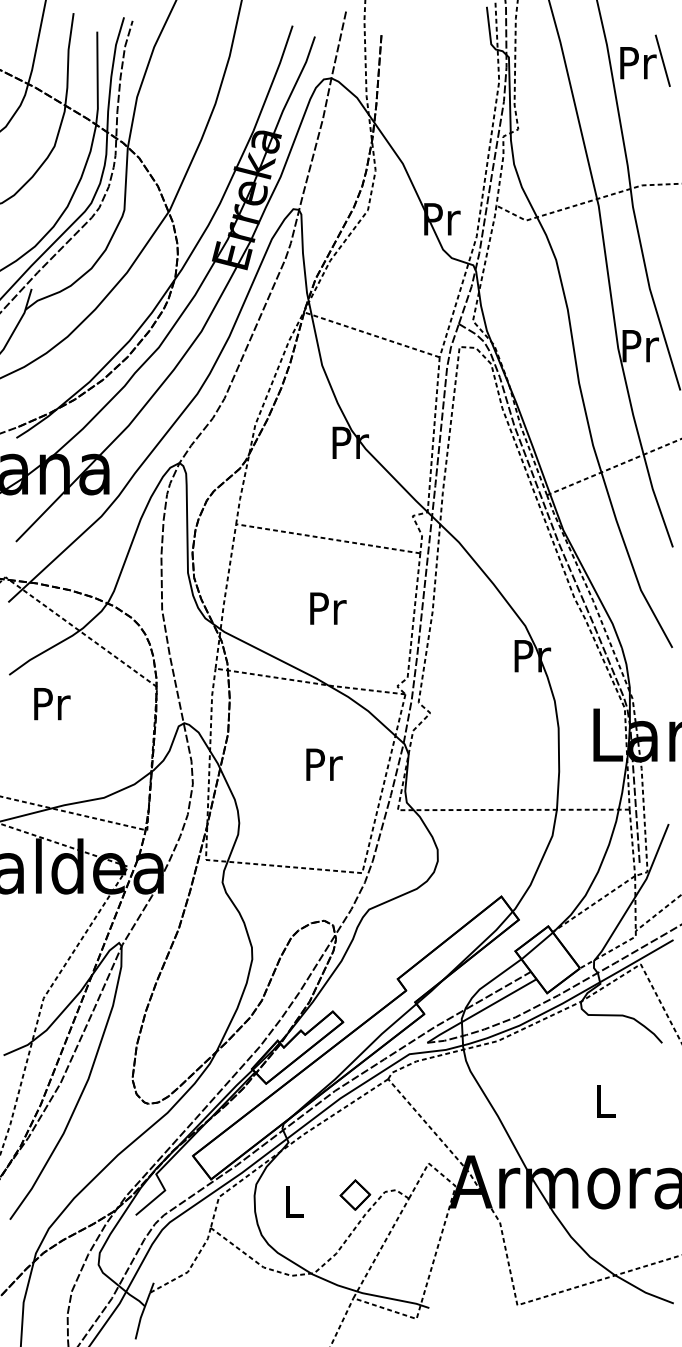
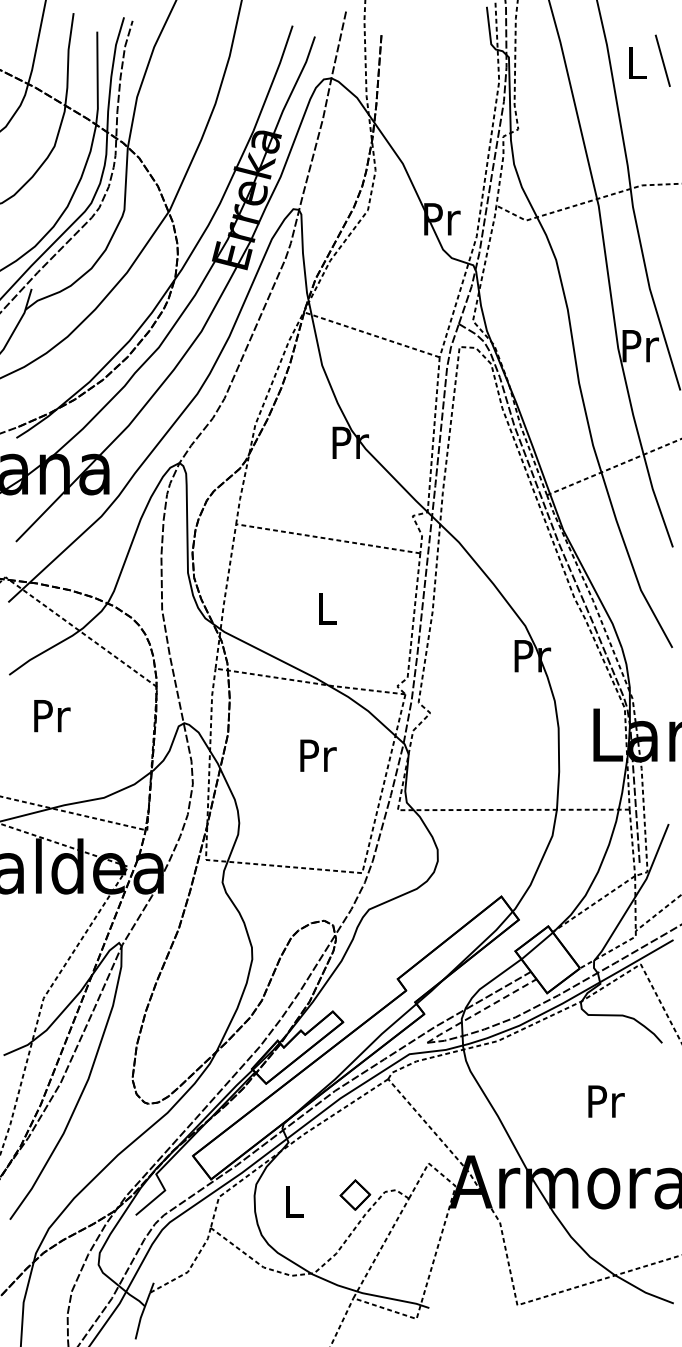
text at (638, 63): Pr -> L
text at (328, 608): Pr -> L
text at (52, 704) position: (52, 704) -> (52, 716)
text at (324, 764) position: (324, 764) -> (318, 755)
line at (481, 1011): solid -> dashed
text at (606, 1101): L -> Pr
